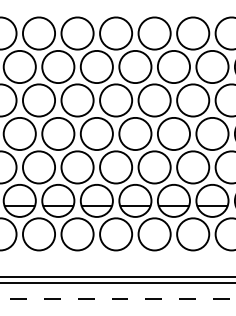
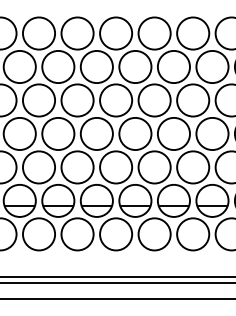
line at (118, 298): dashed -> solid
